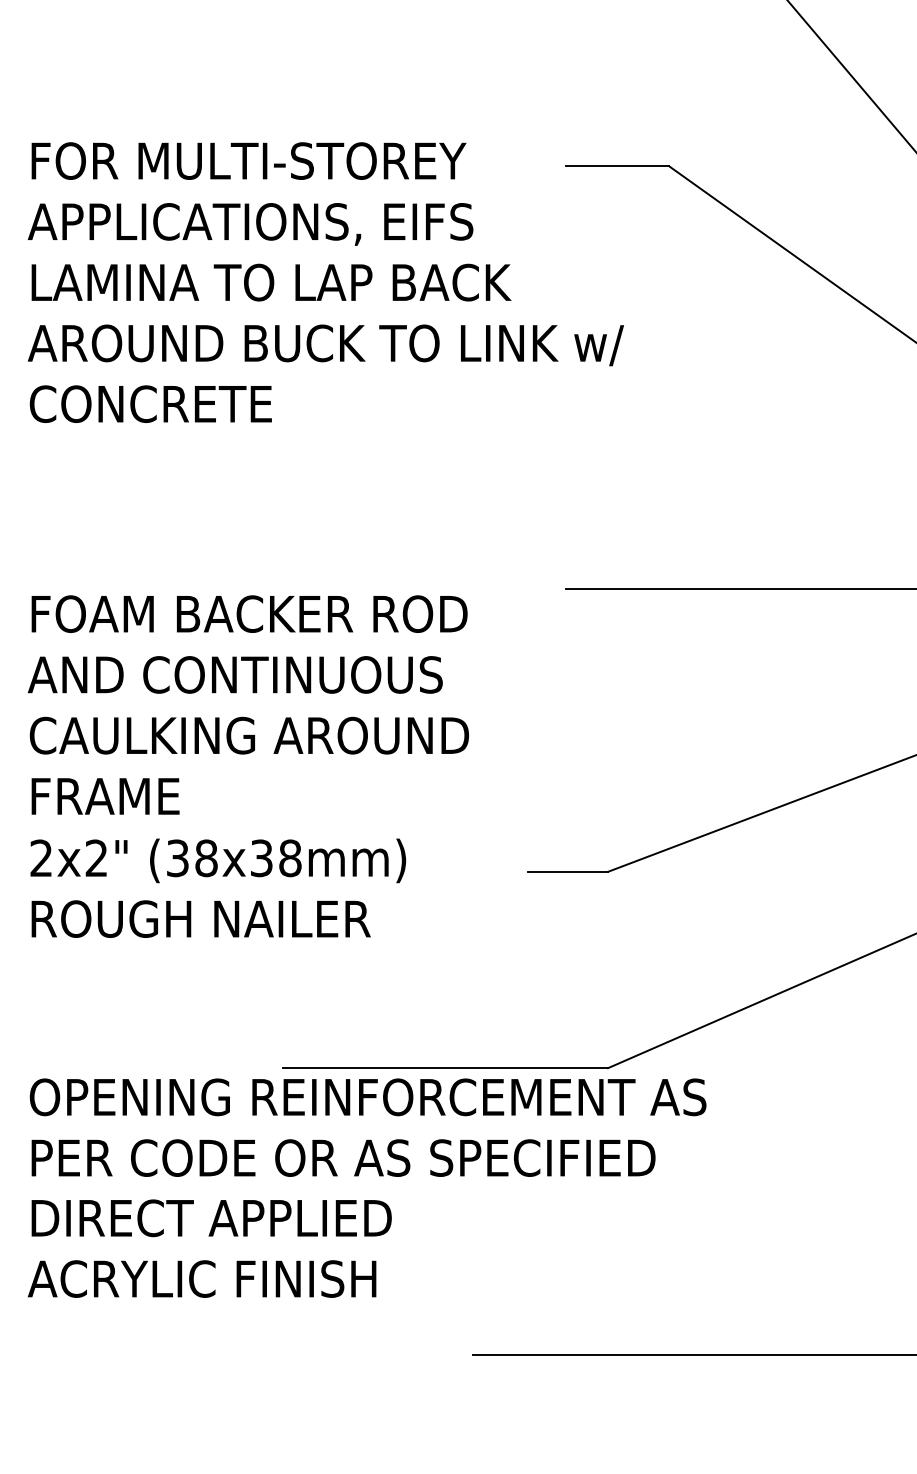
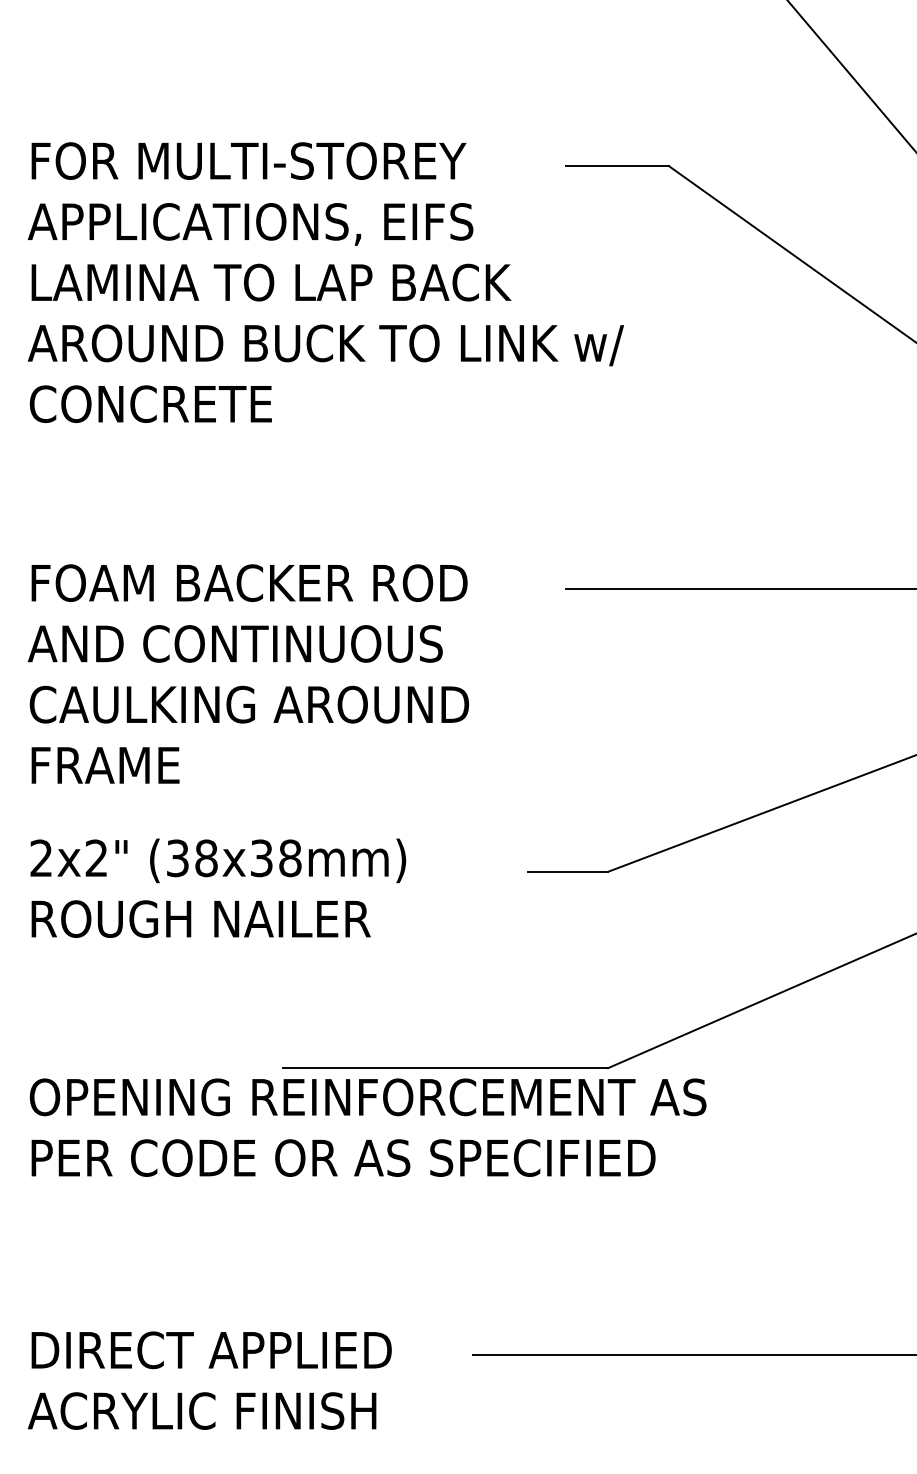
text at (247, 704) position: (247, 704) -> (247, 673)
text at (209, 1248) position: (209, 1248) -> (209, 1380)
